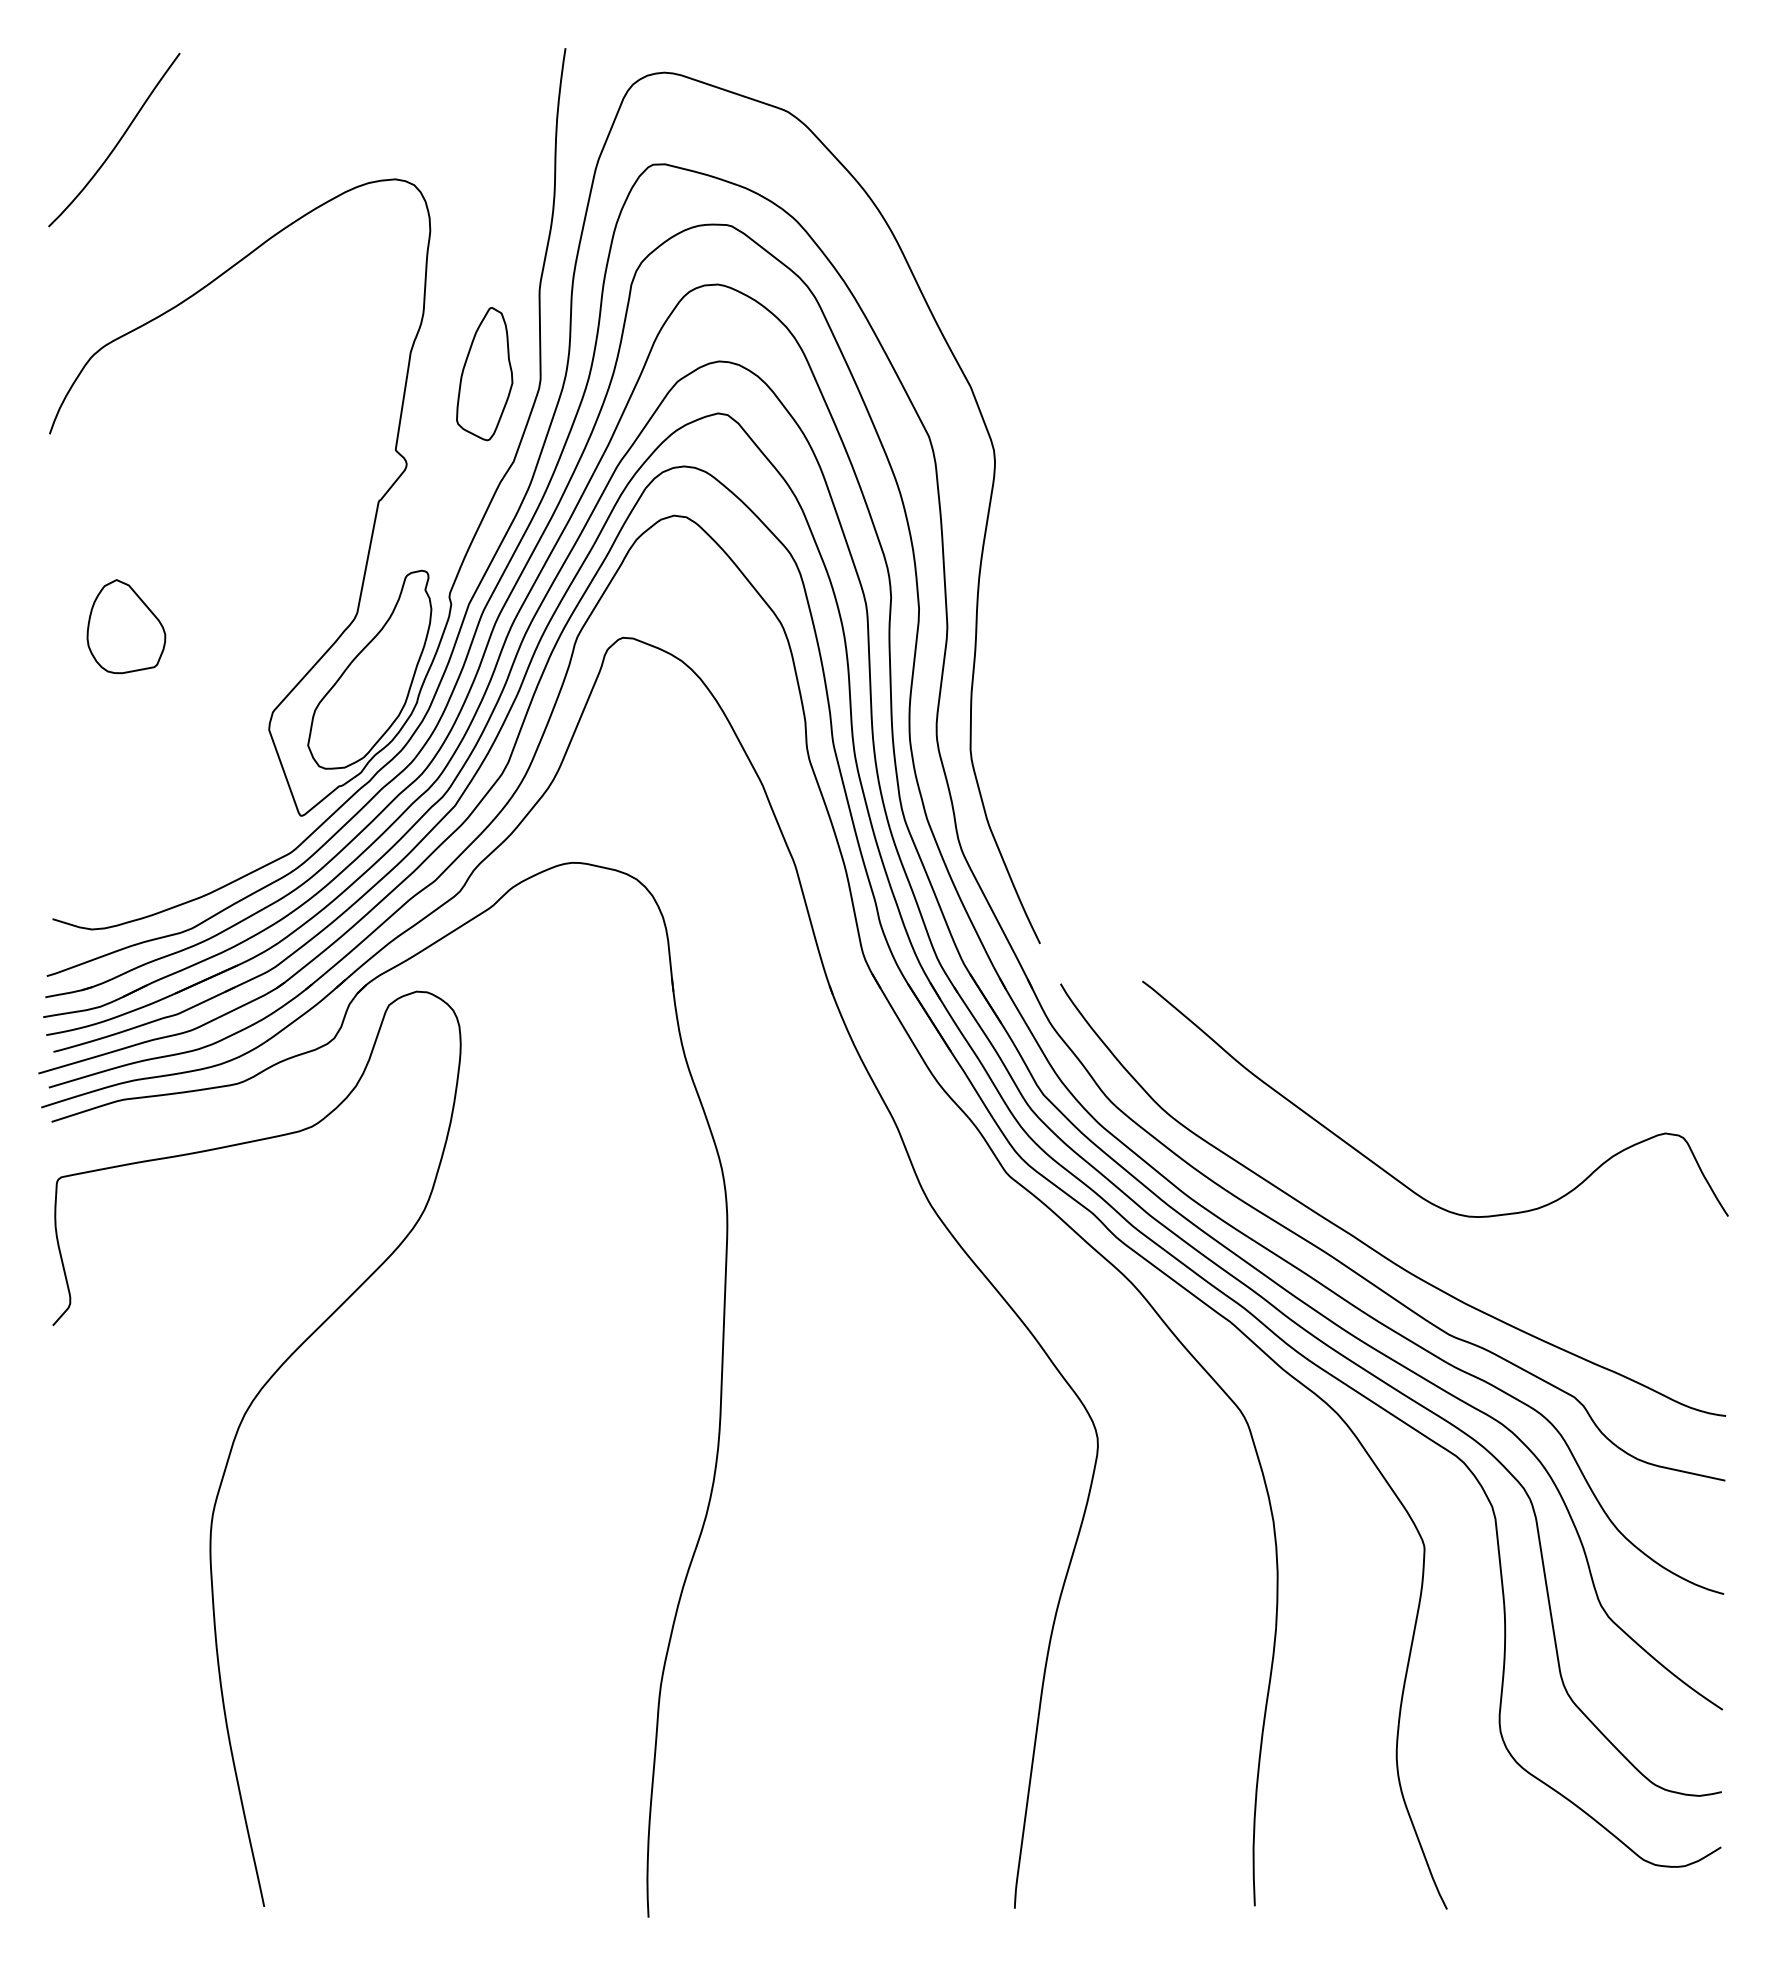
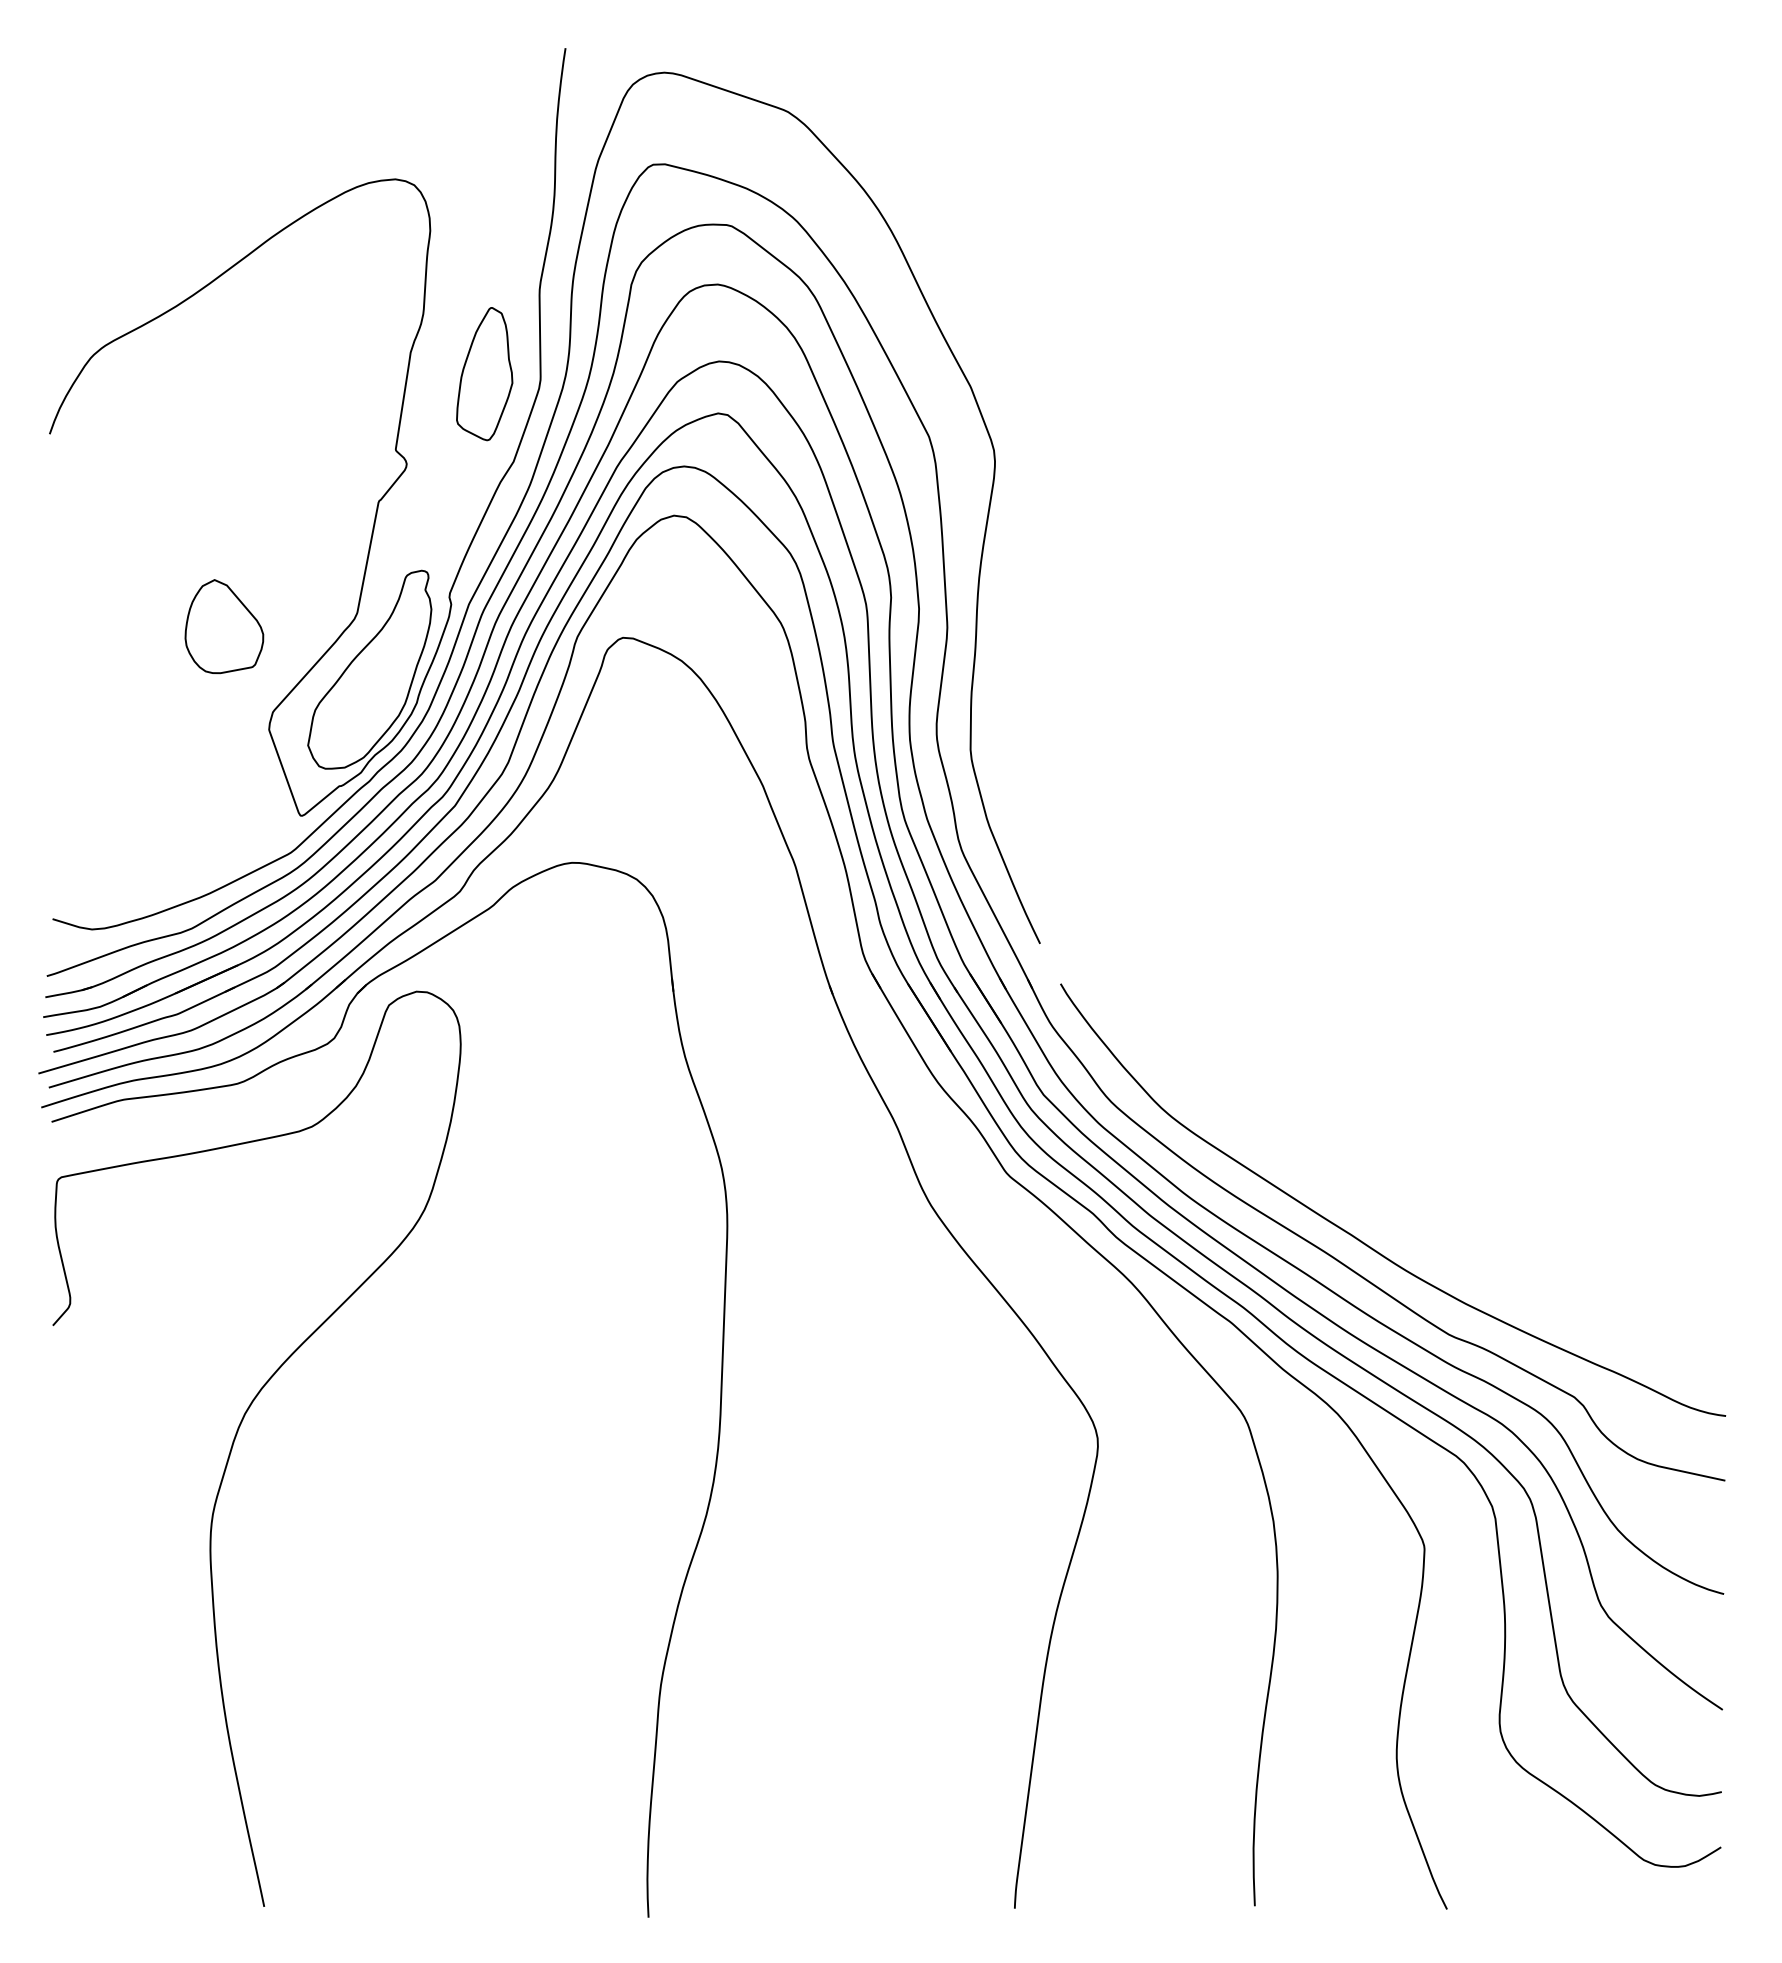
curve at (118, 140): present -> none
part at (126, 626) position: (126, 626) -> (224, 626)
curve at (1383, 1168): present -> none
